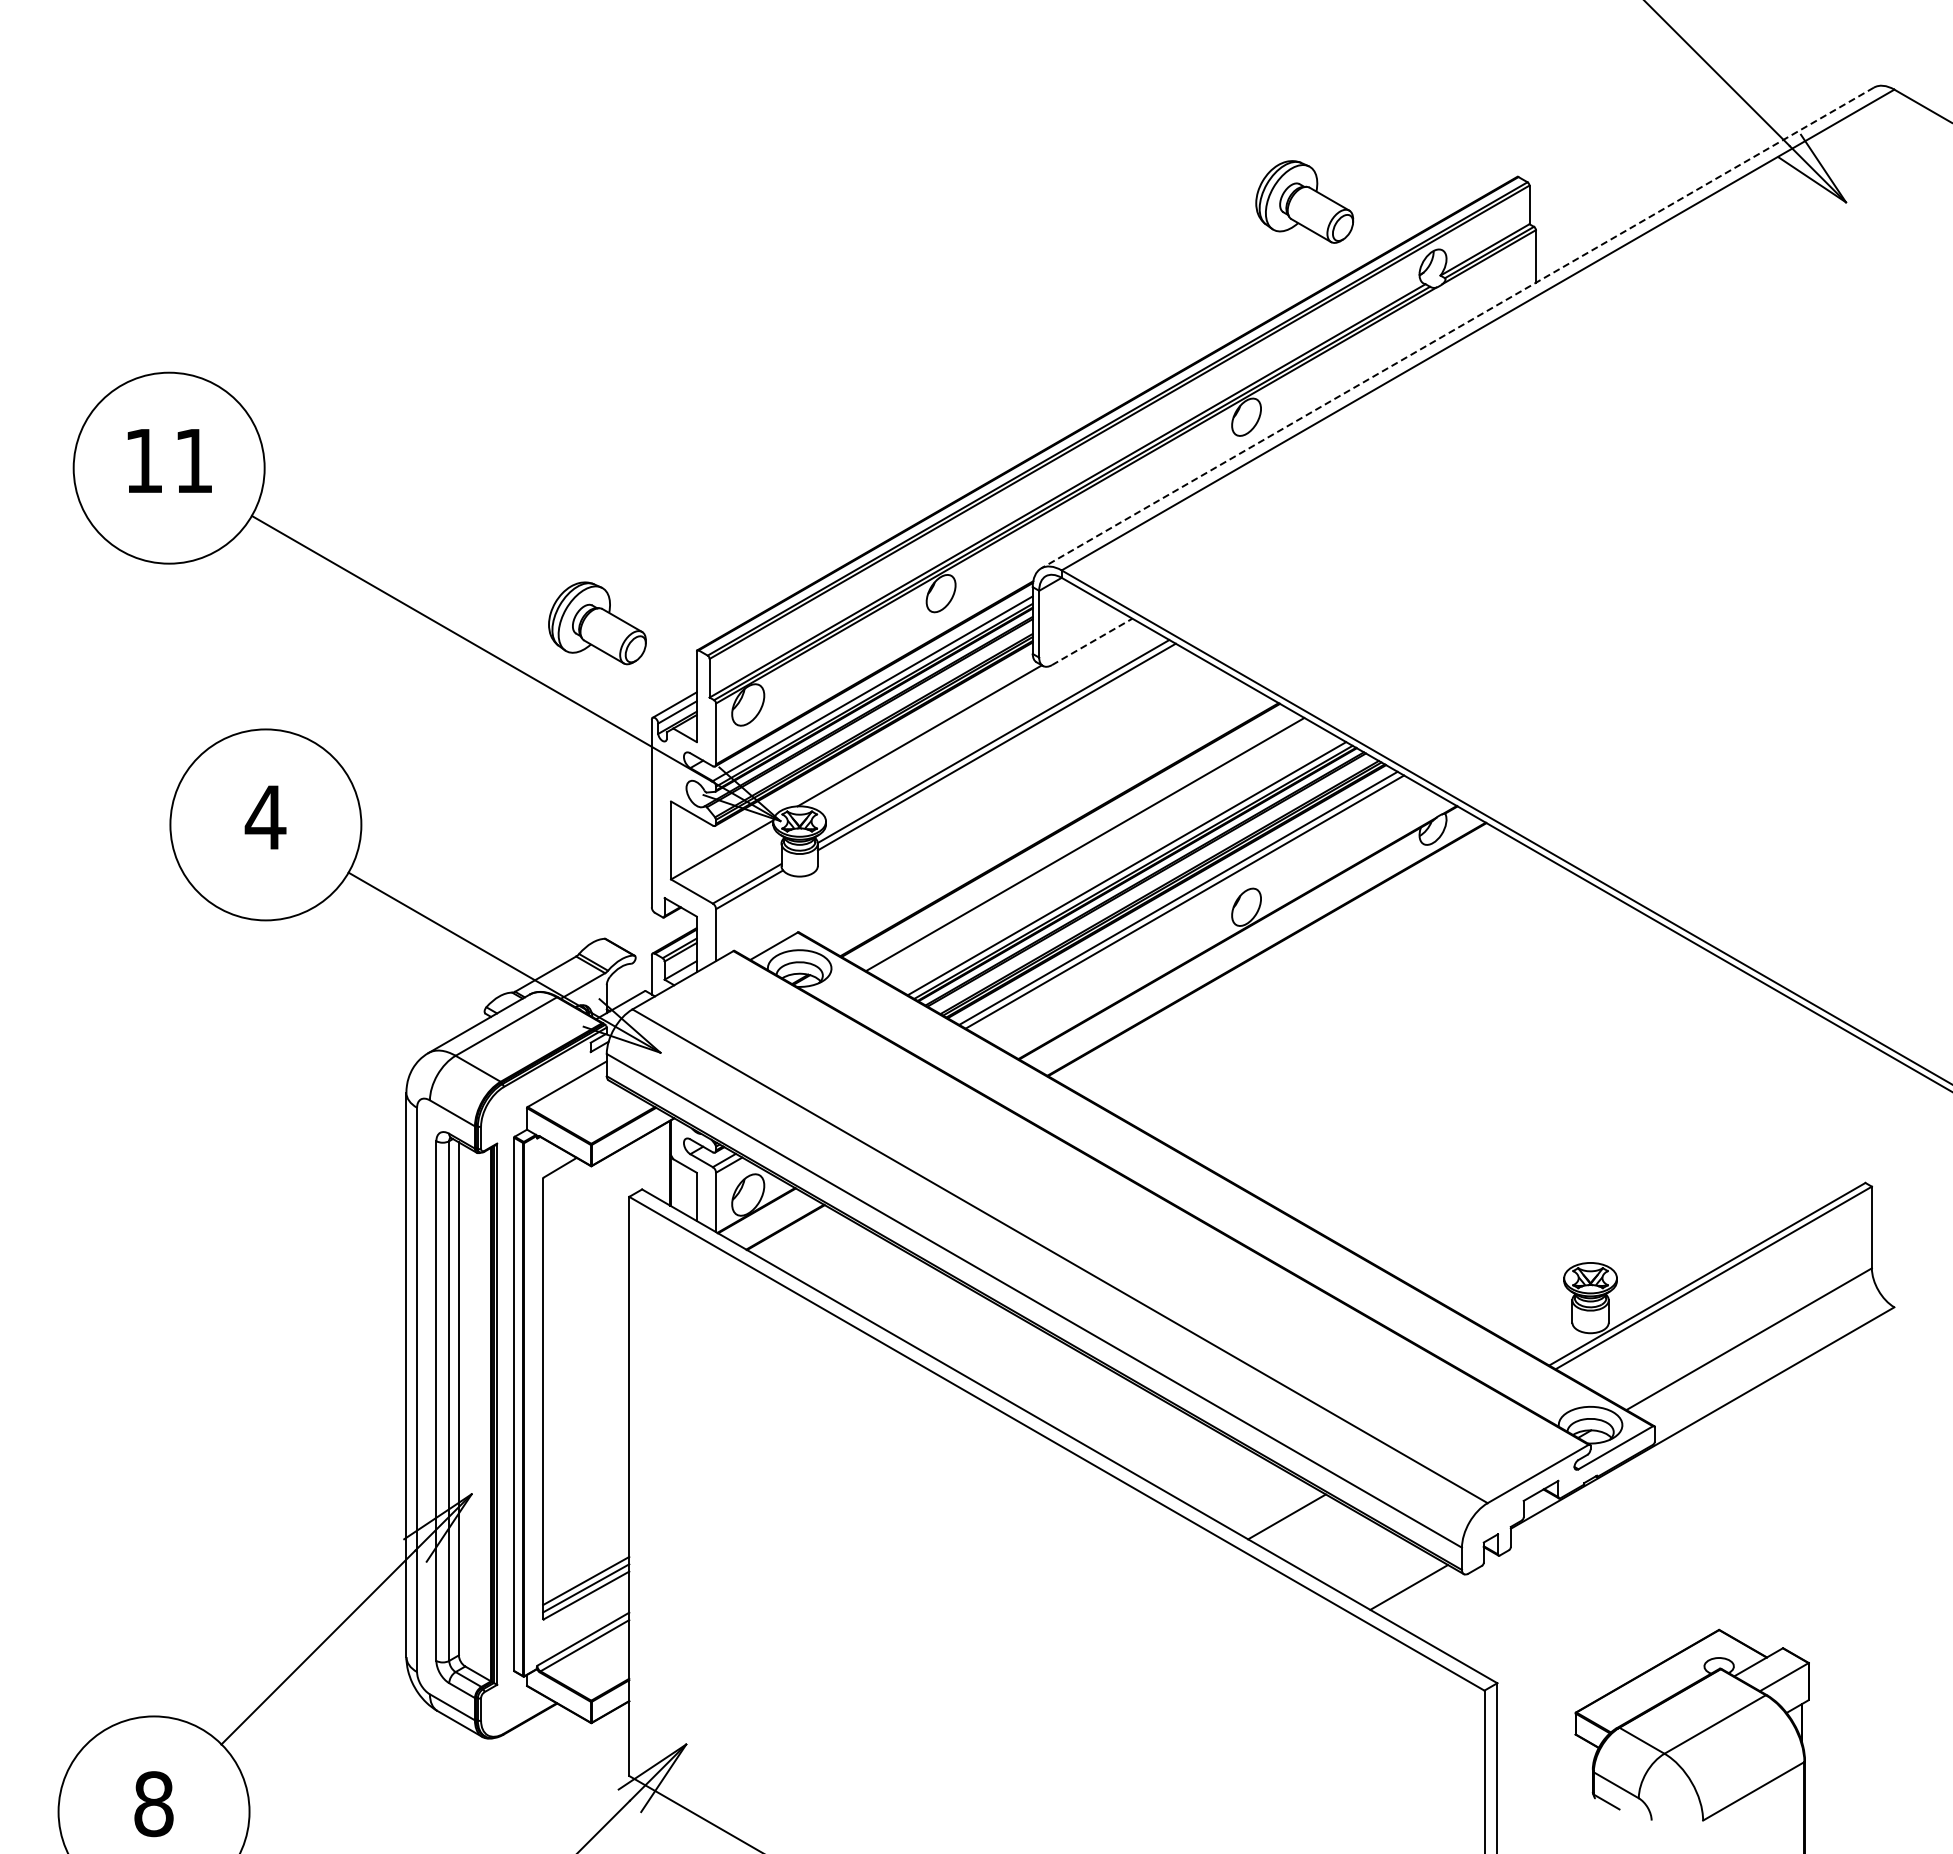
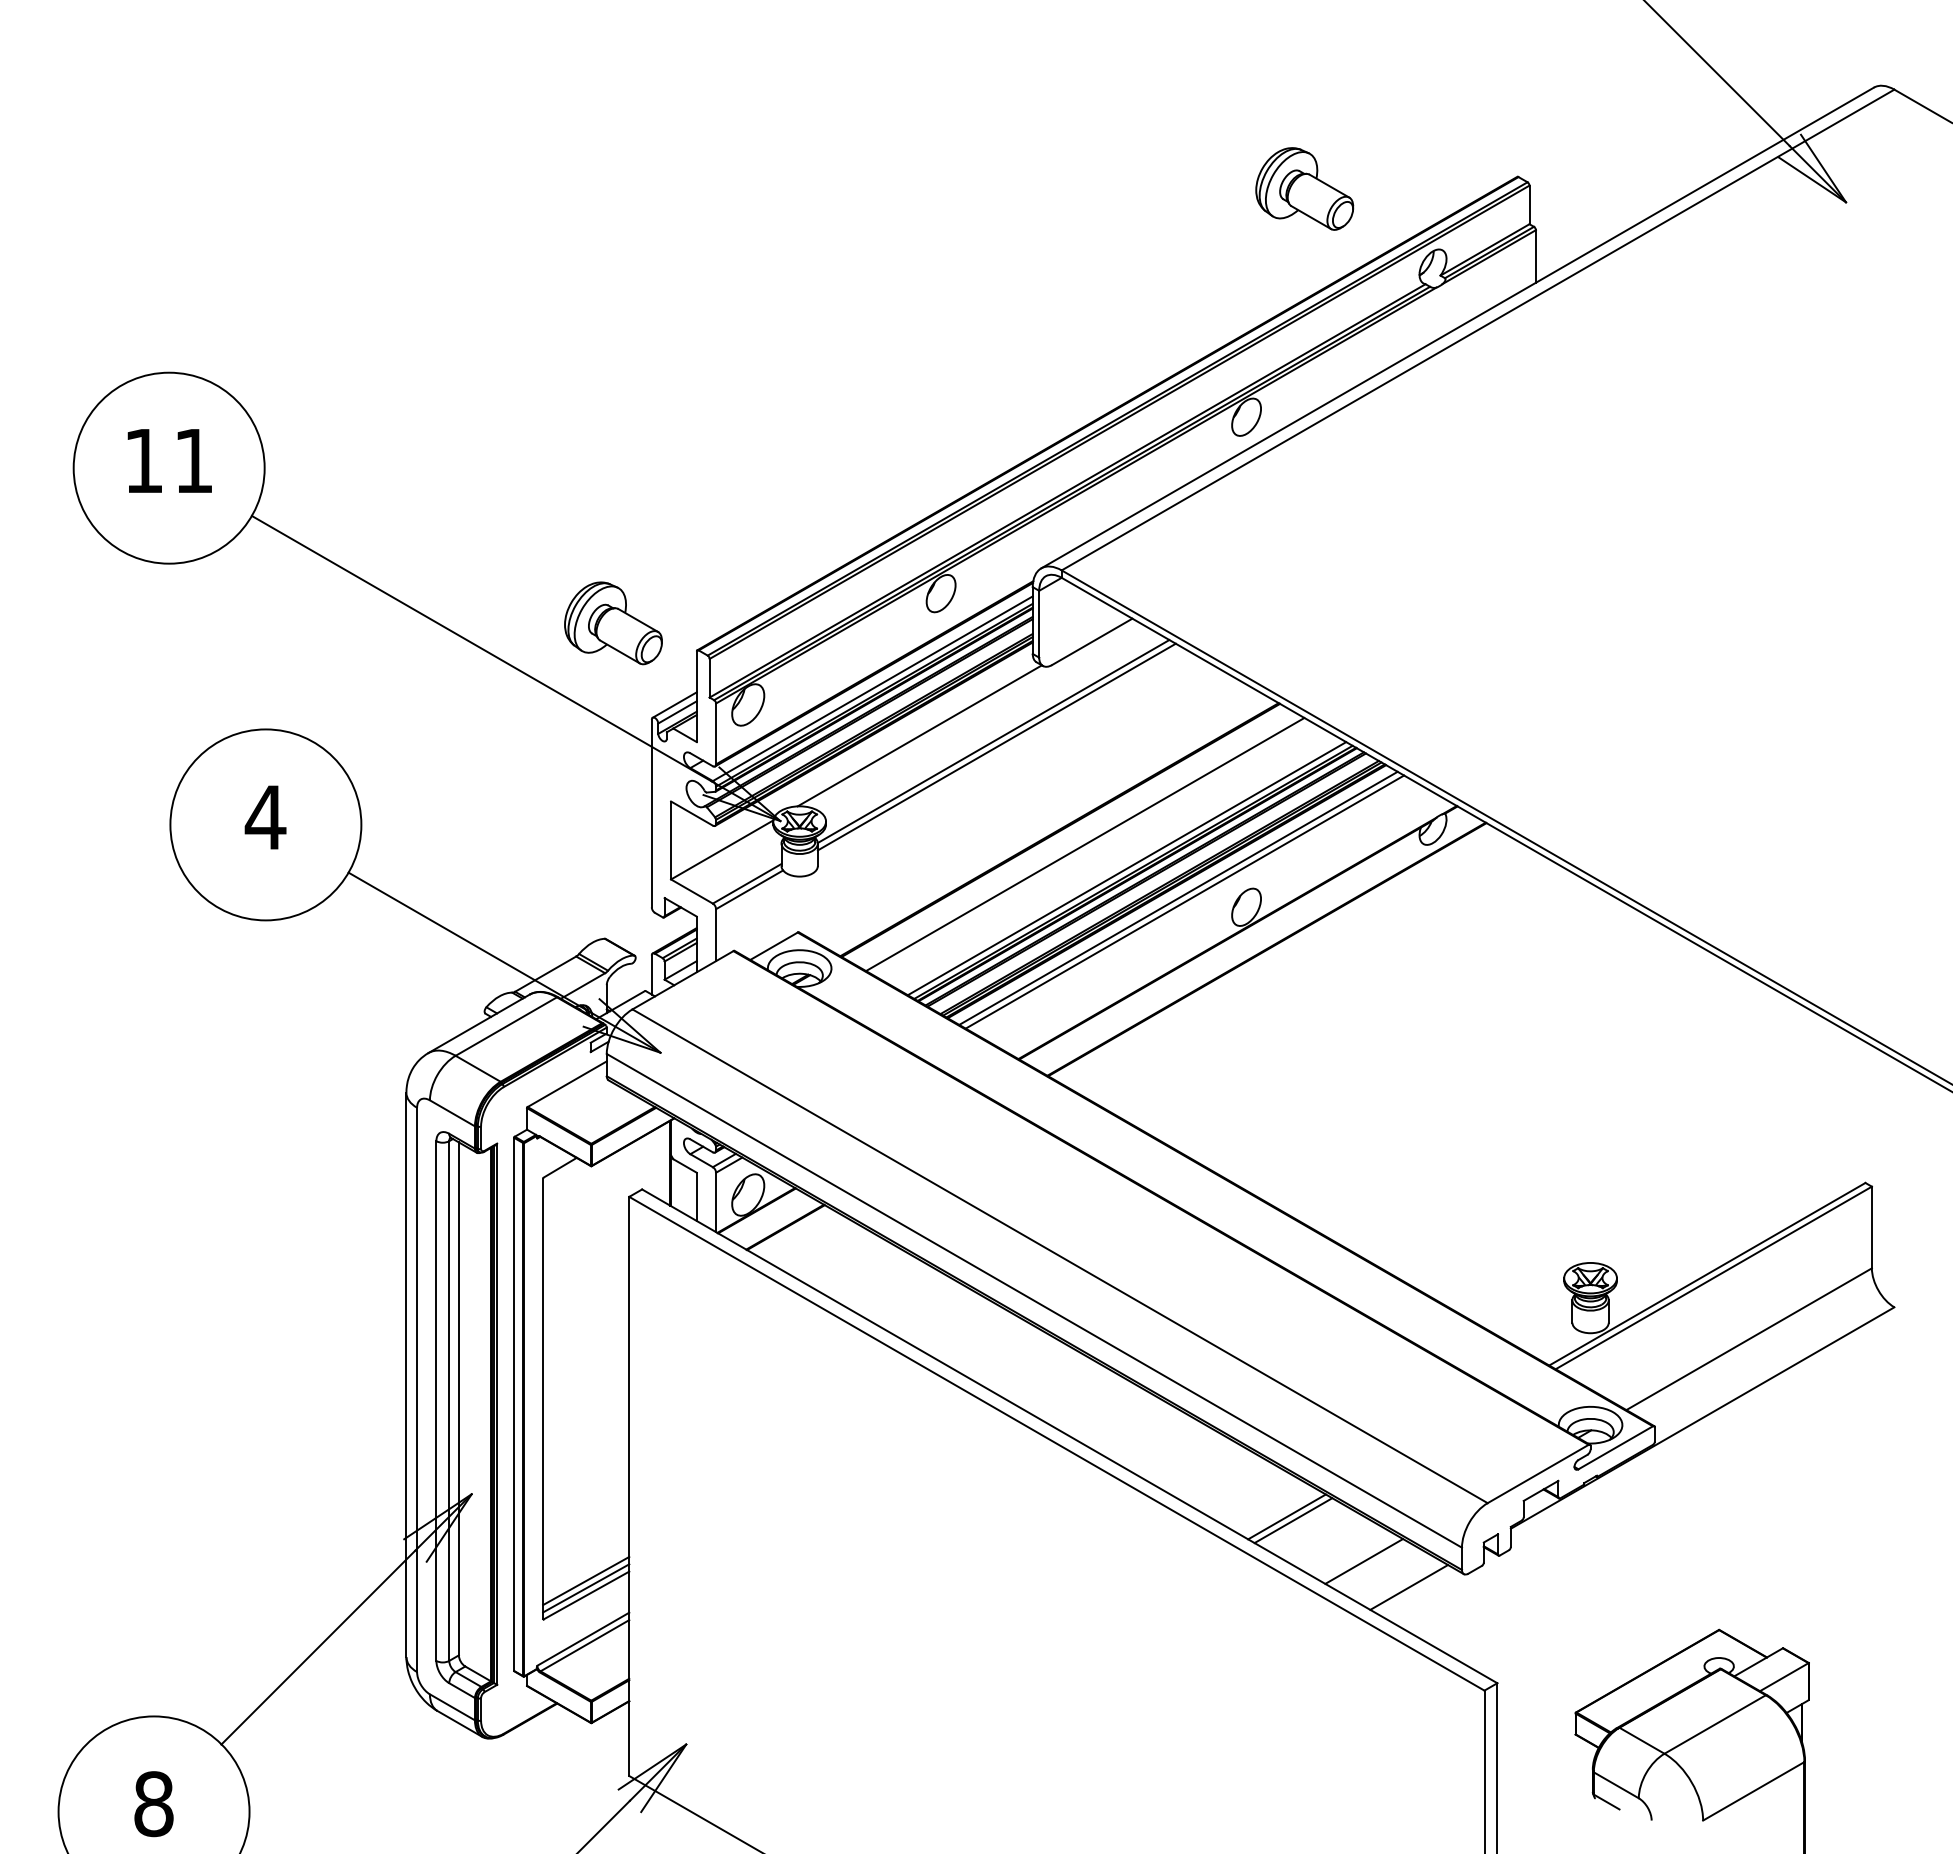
part at (1304, 201) position: (1304, 201) -> (1304, 188)
line at (1457, 328): dashed -> solid
part at (597, 623) position: (597, 623) -> (613, 623)
line at (1092, 641): dashed -> solid
line at (1293, 1520): none -> present
line at (1364, 1561): none -> present
